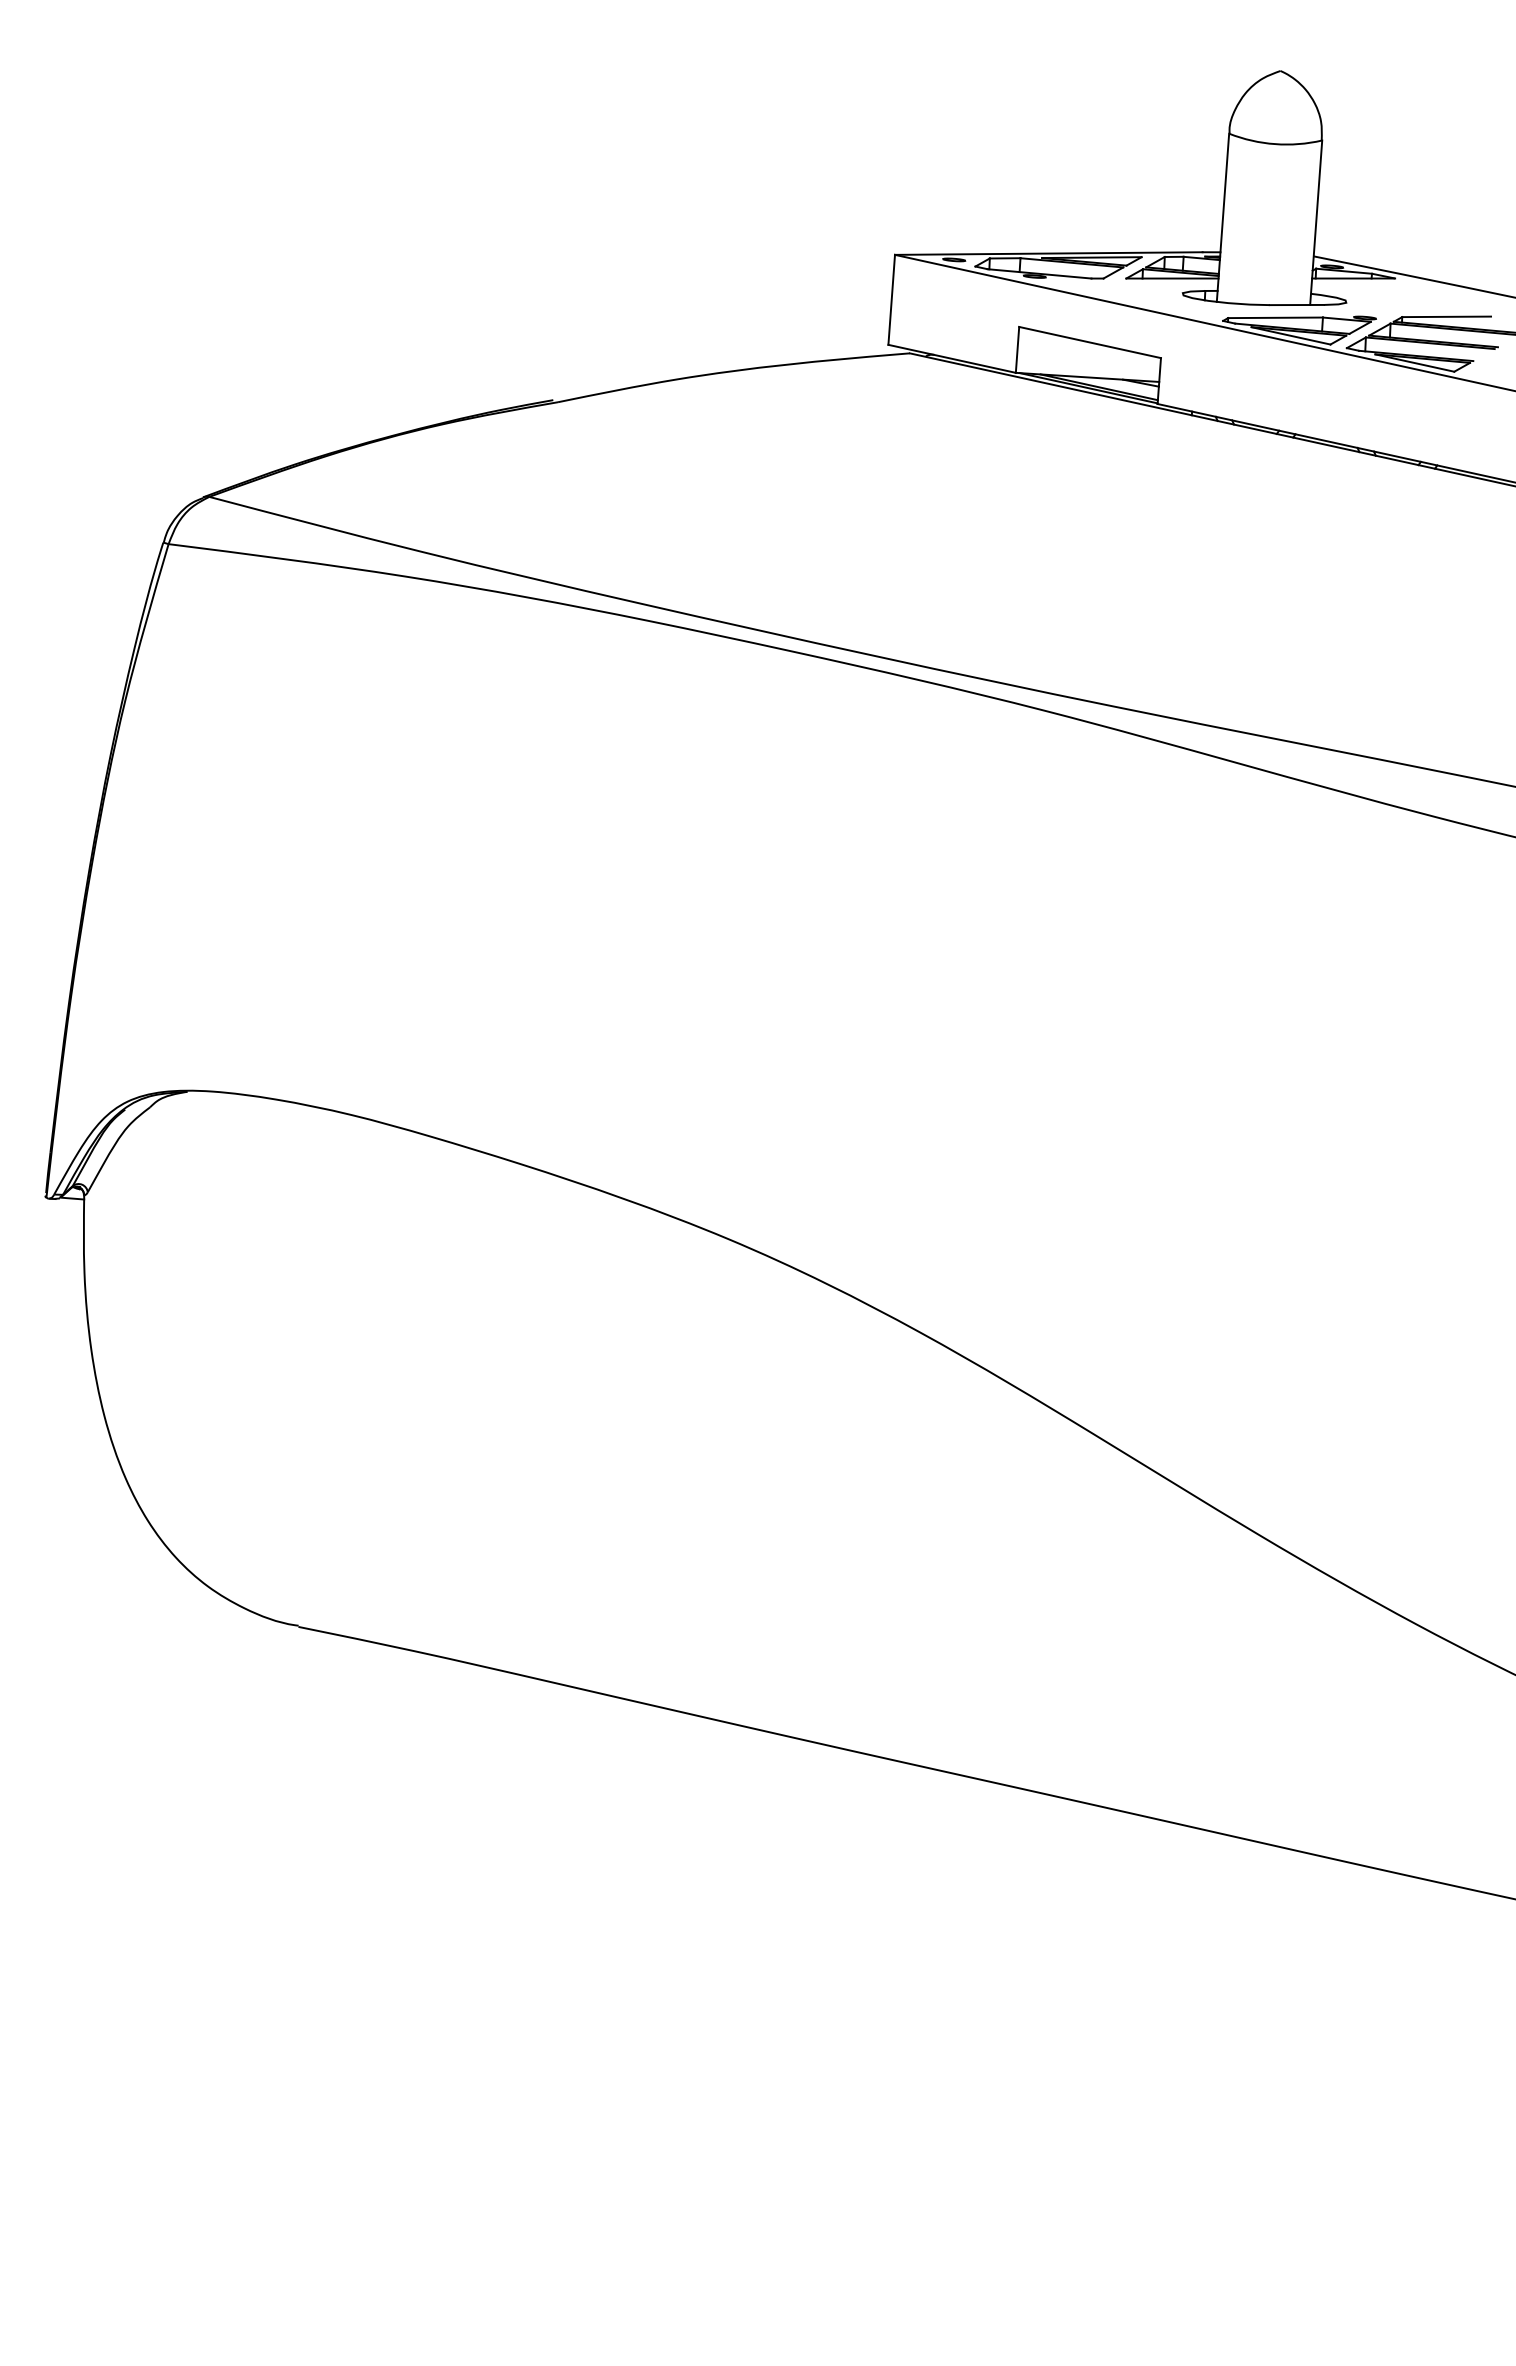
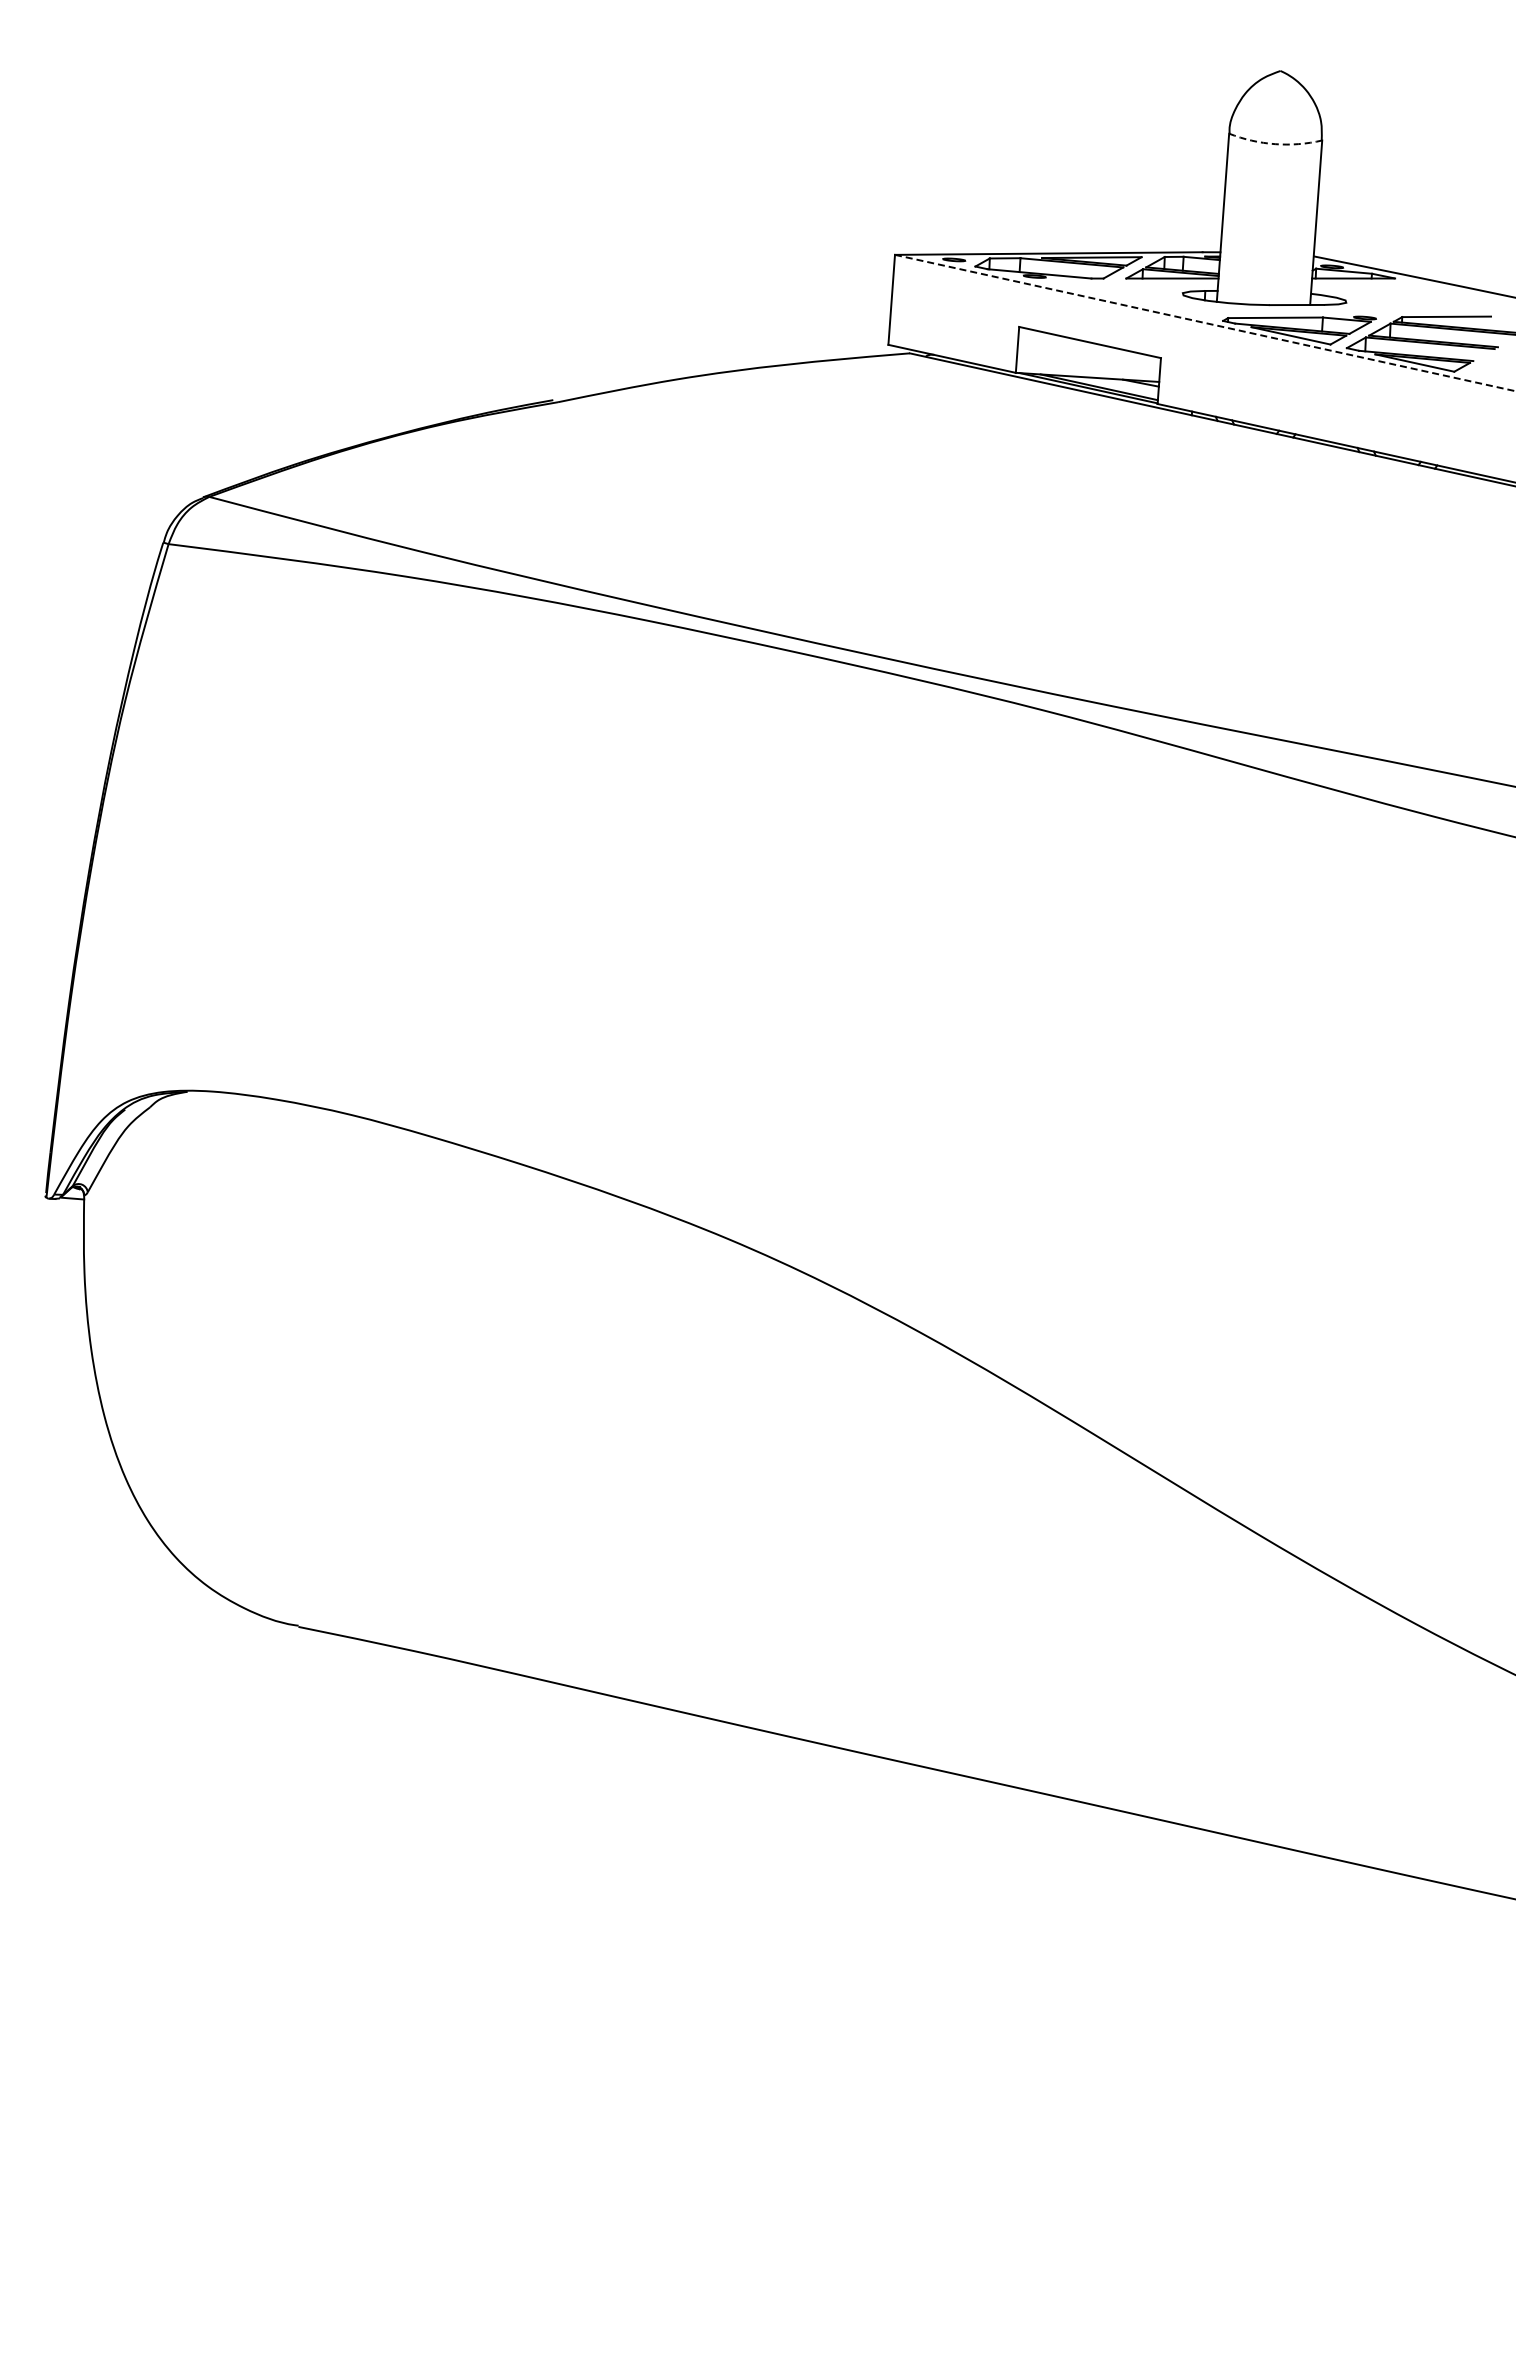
arc at (1275, 144): solid -> dashed
line at (1205, 323): solid -> dashed
